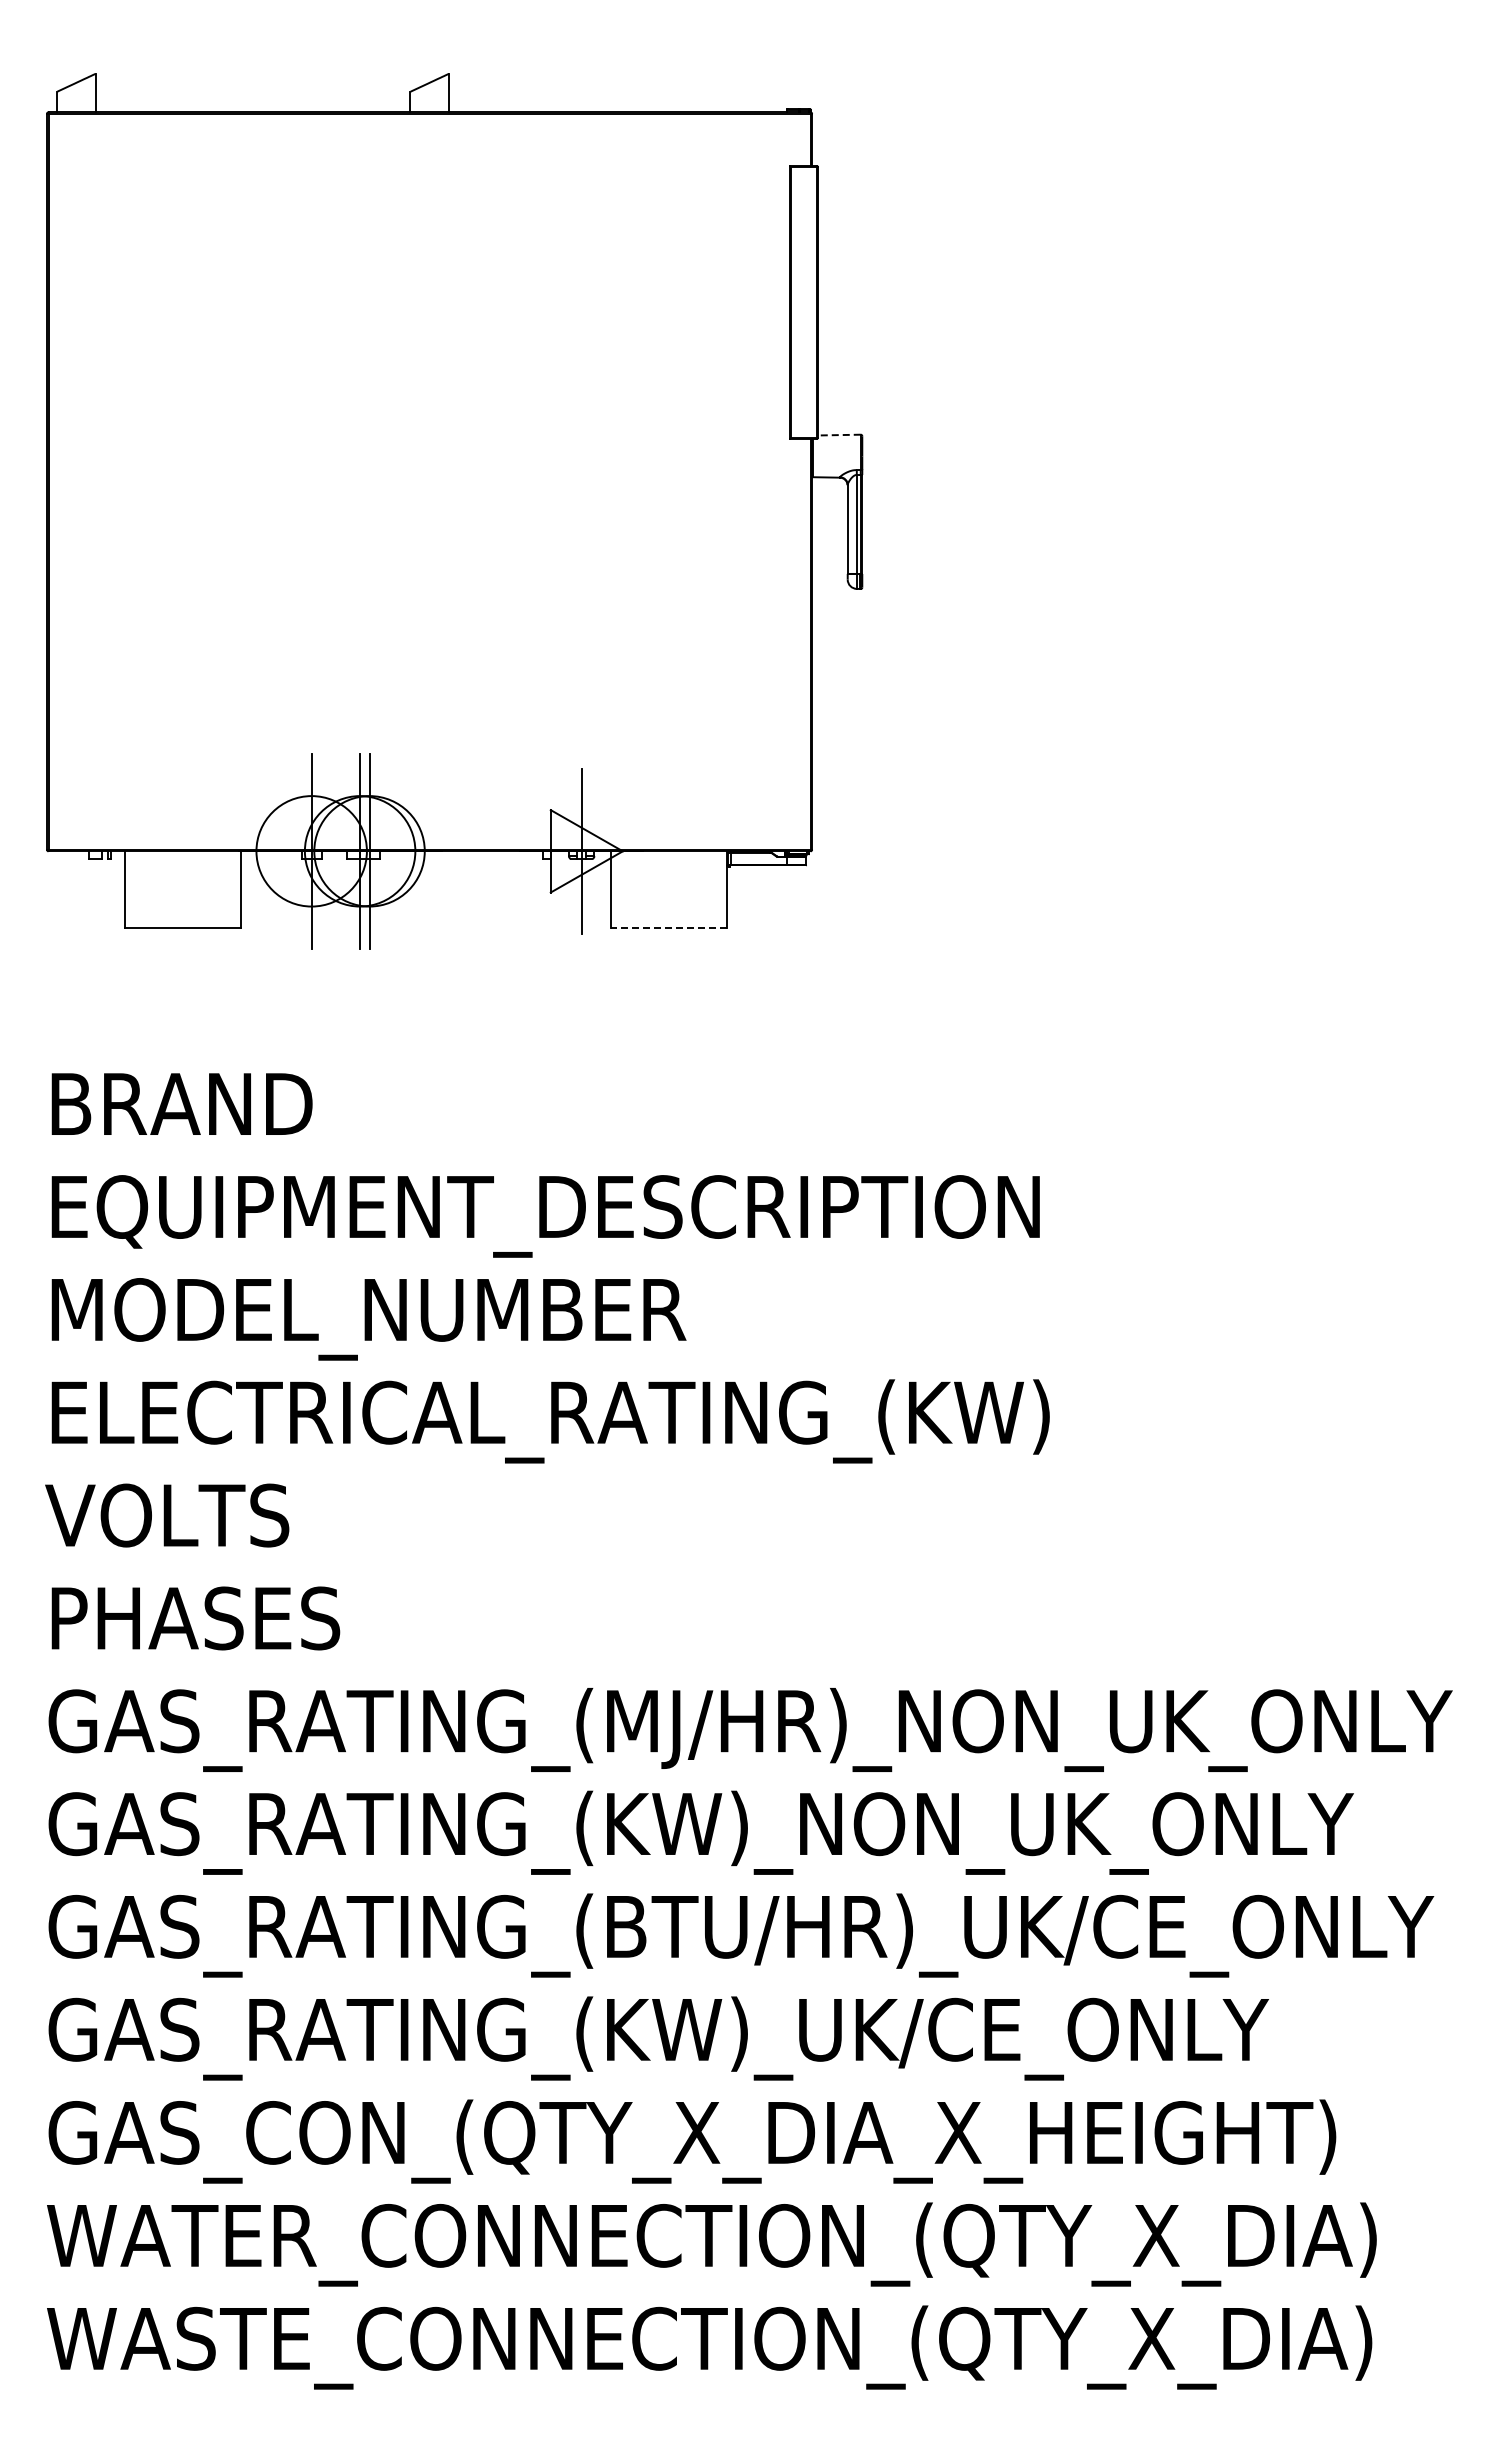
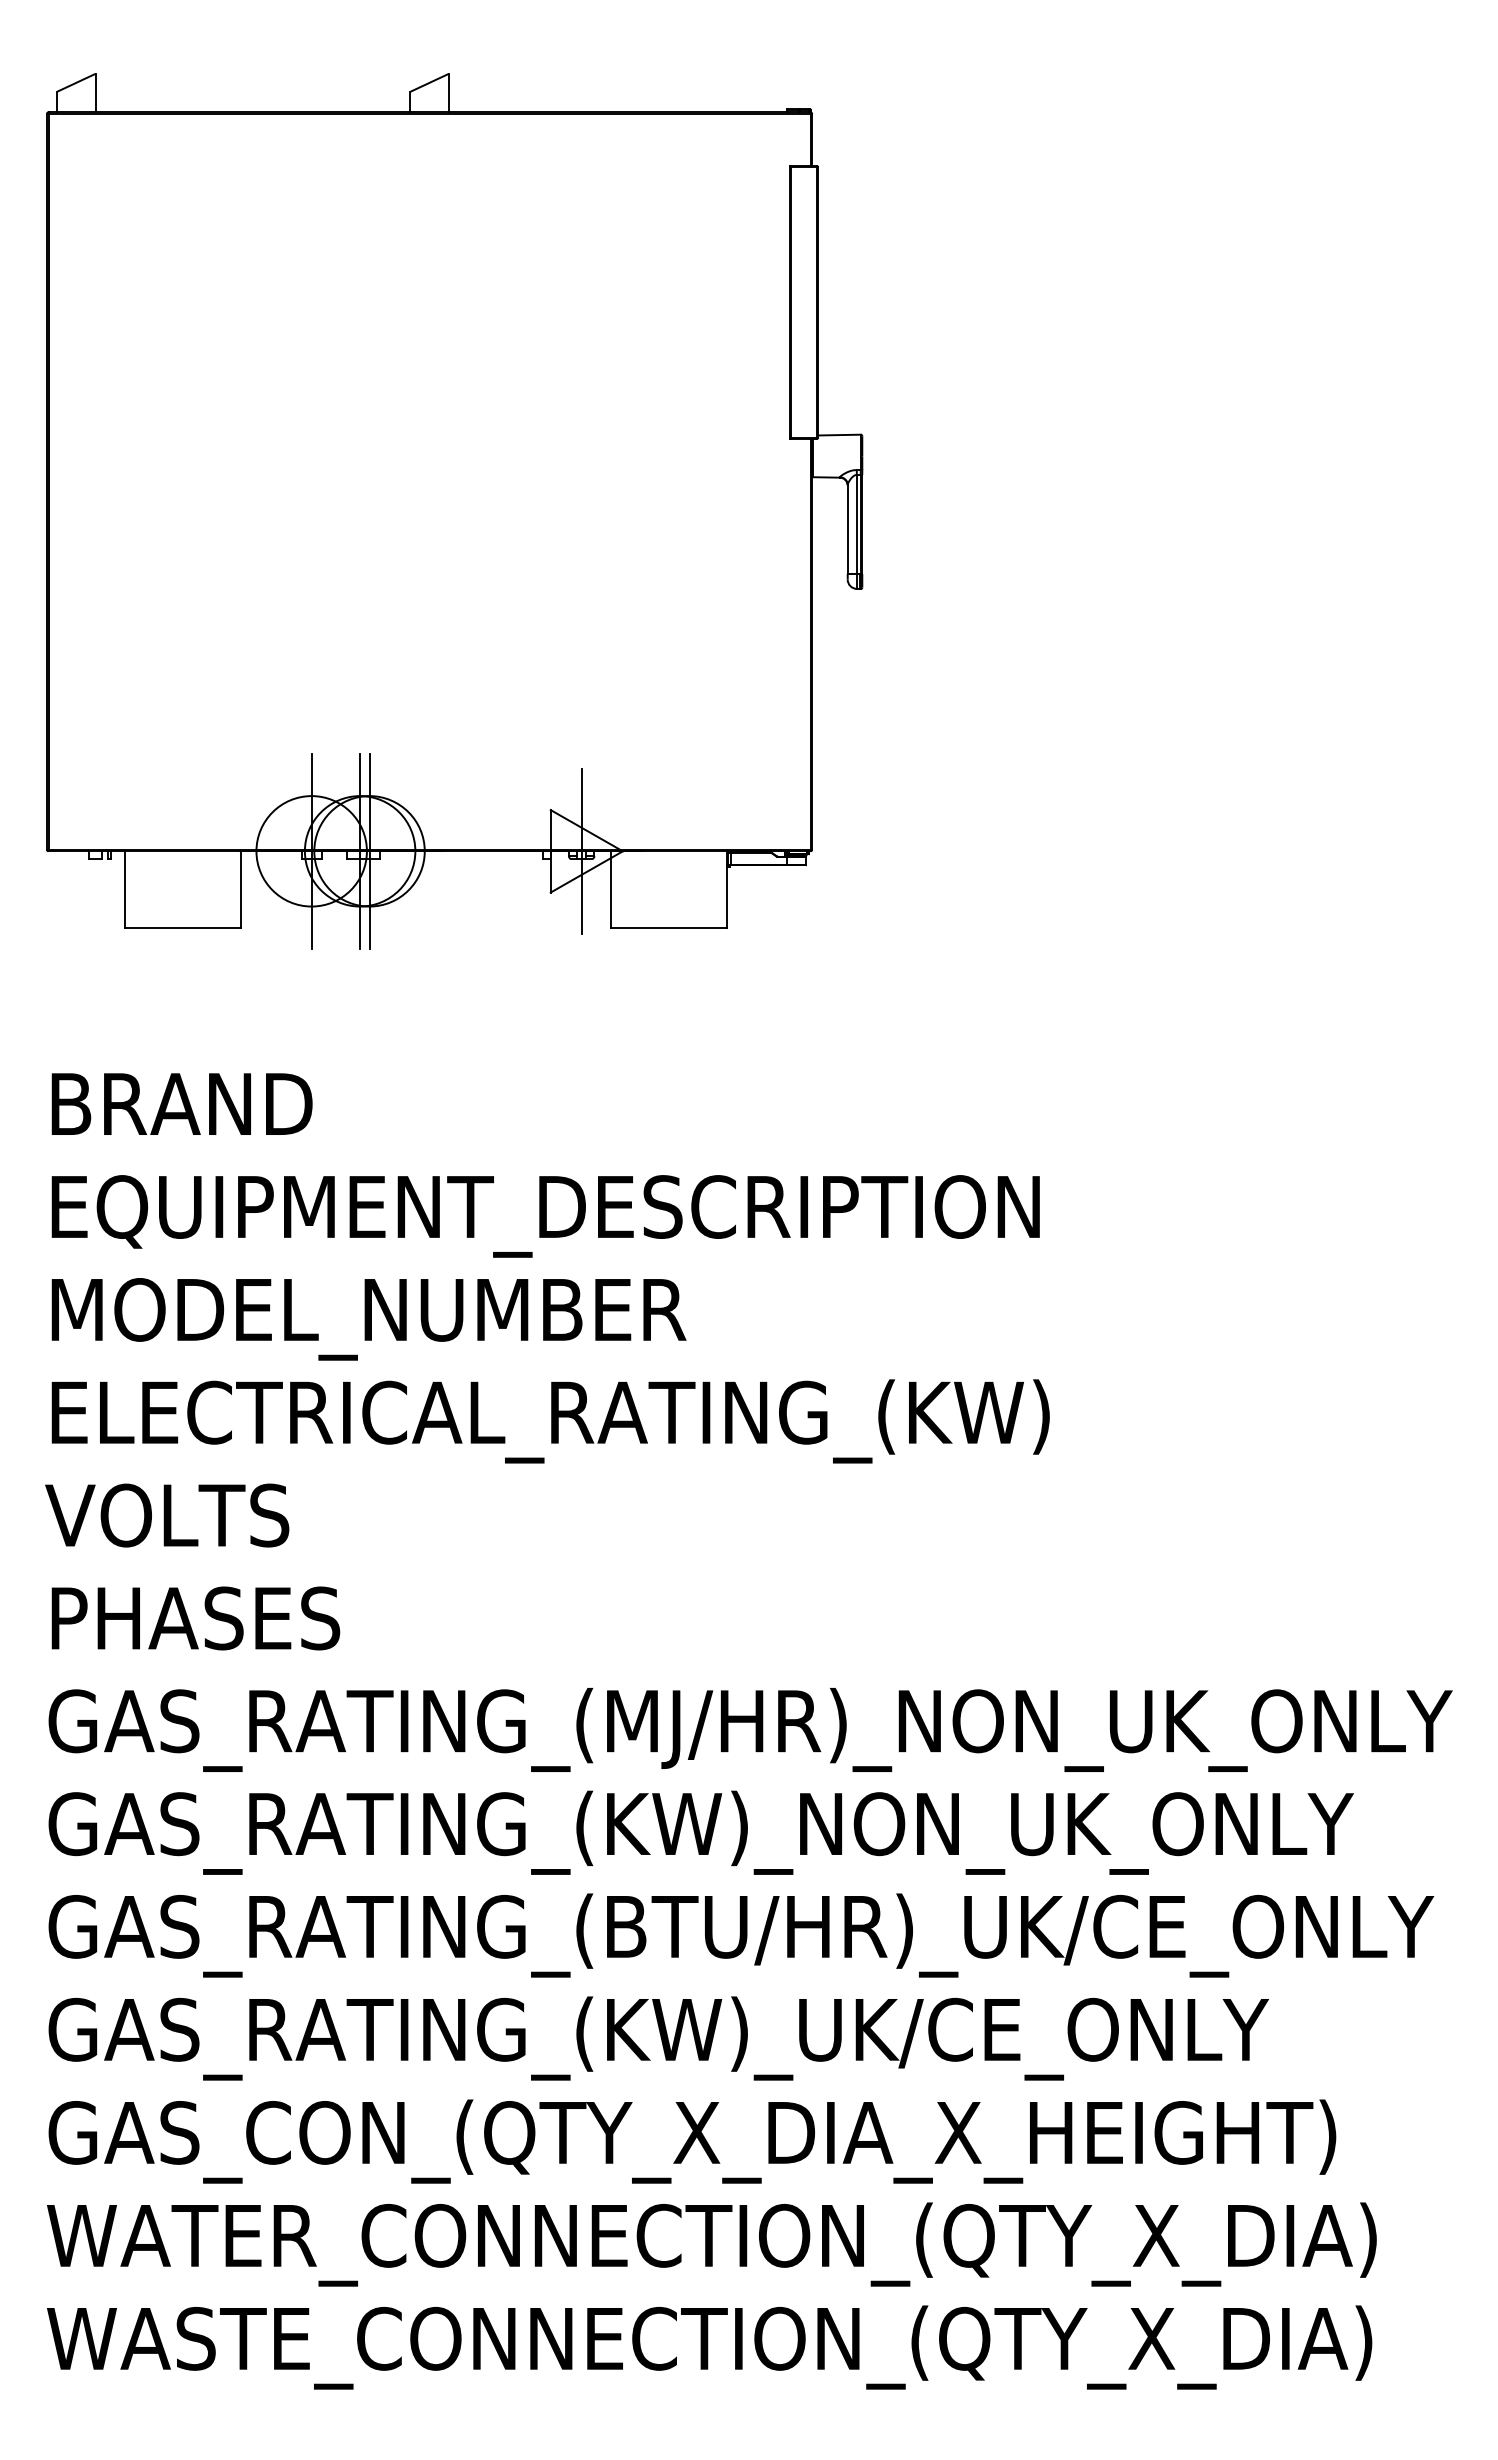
line at (838, 435): dashed -> solid
line at (668, 928): dashed -> solid
